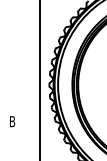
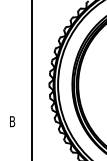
line at (40, 79) position: (40, 79) -> (32, 79)
